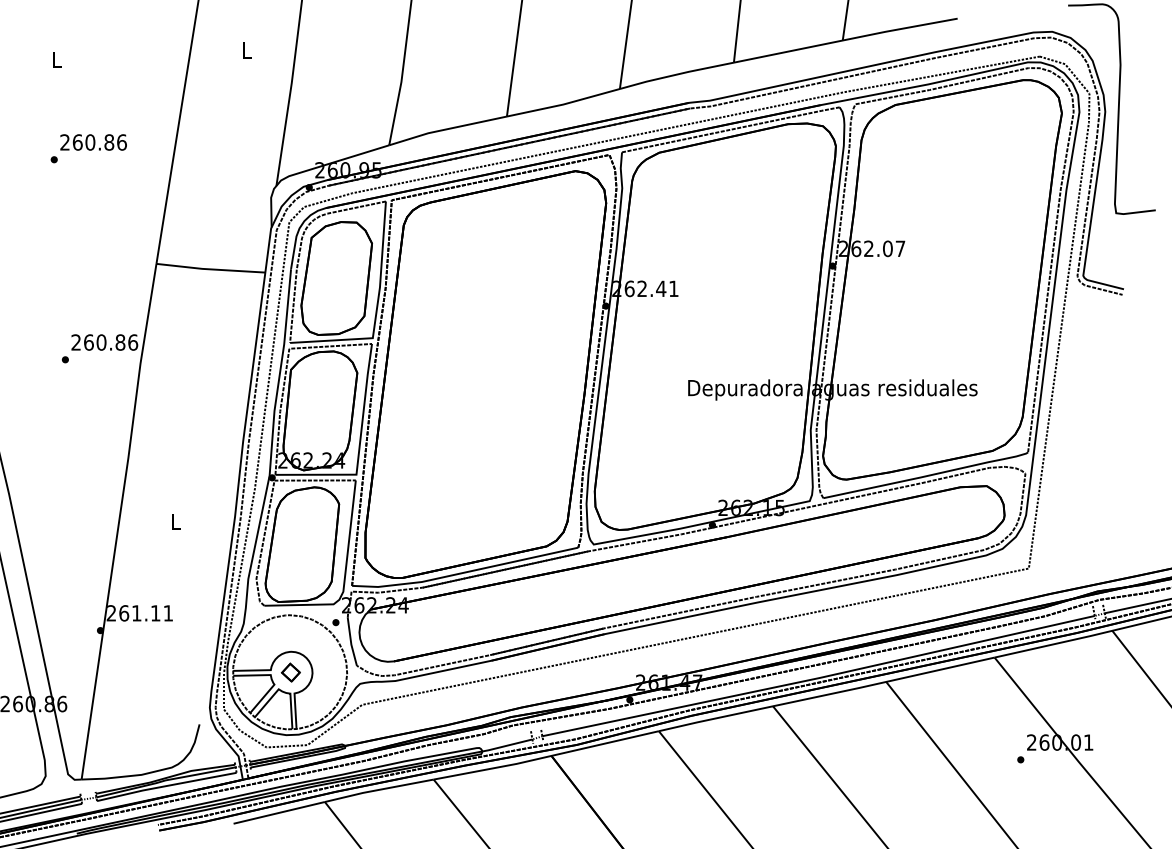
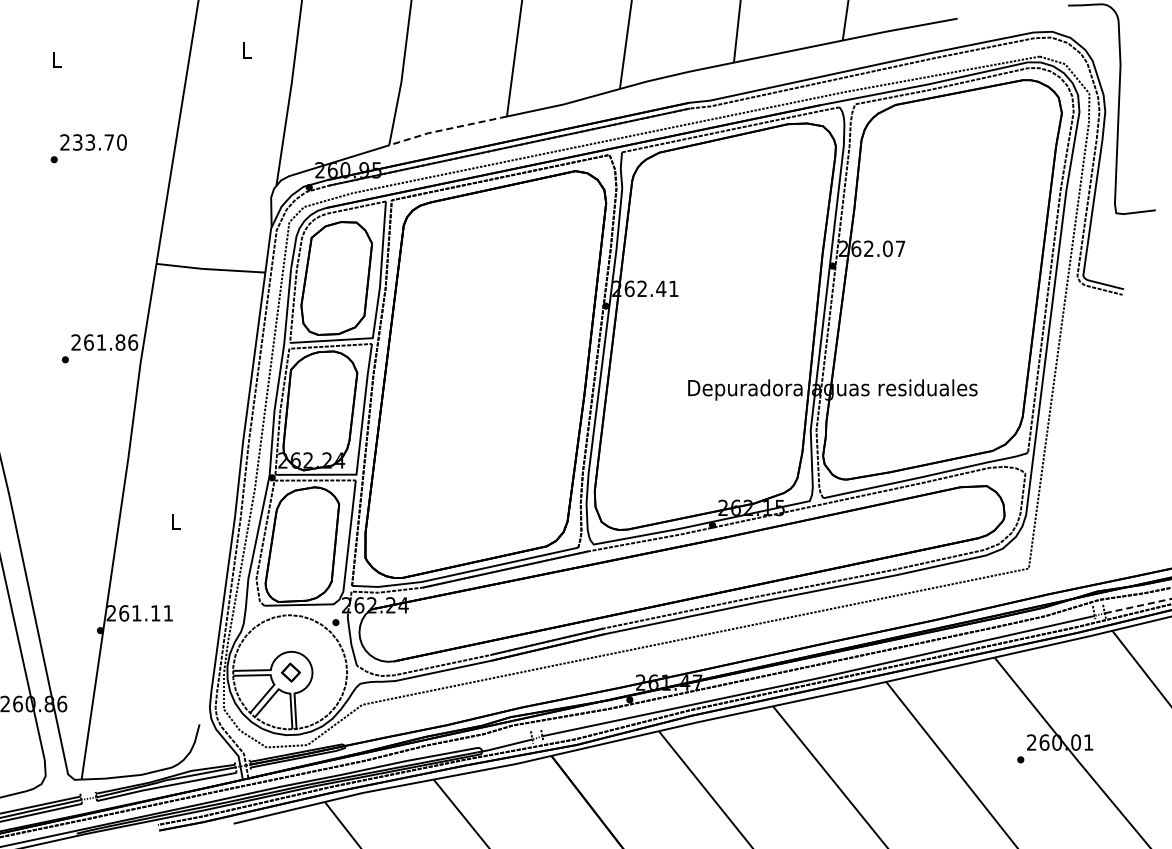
line at (446, 129): solid -> dashed
text at (99, 142): 260.86 -> 233.70
text at (101, 342): 260.86 -> 261.86
line at (1137, 606): solid -> dashed
